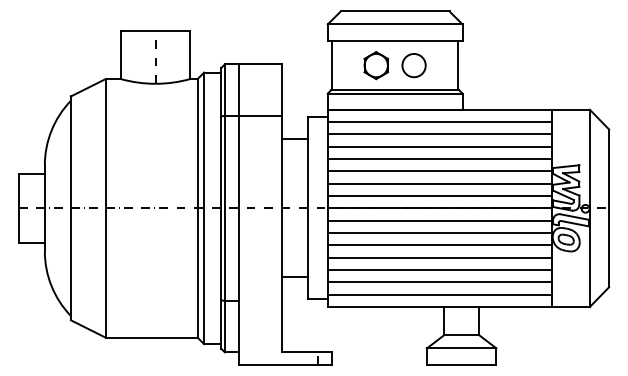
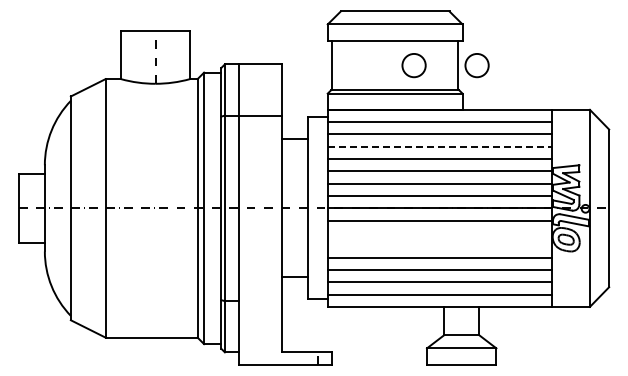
part at (375, 65): present -> none
circle at (476, 65): none -> present
line at (440, 146): solid -> dashed
line at (439, 233): present -> none
line at (439, 245): present -> none
